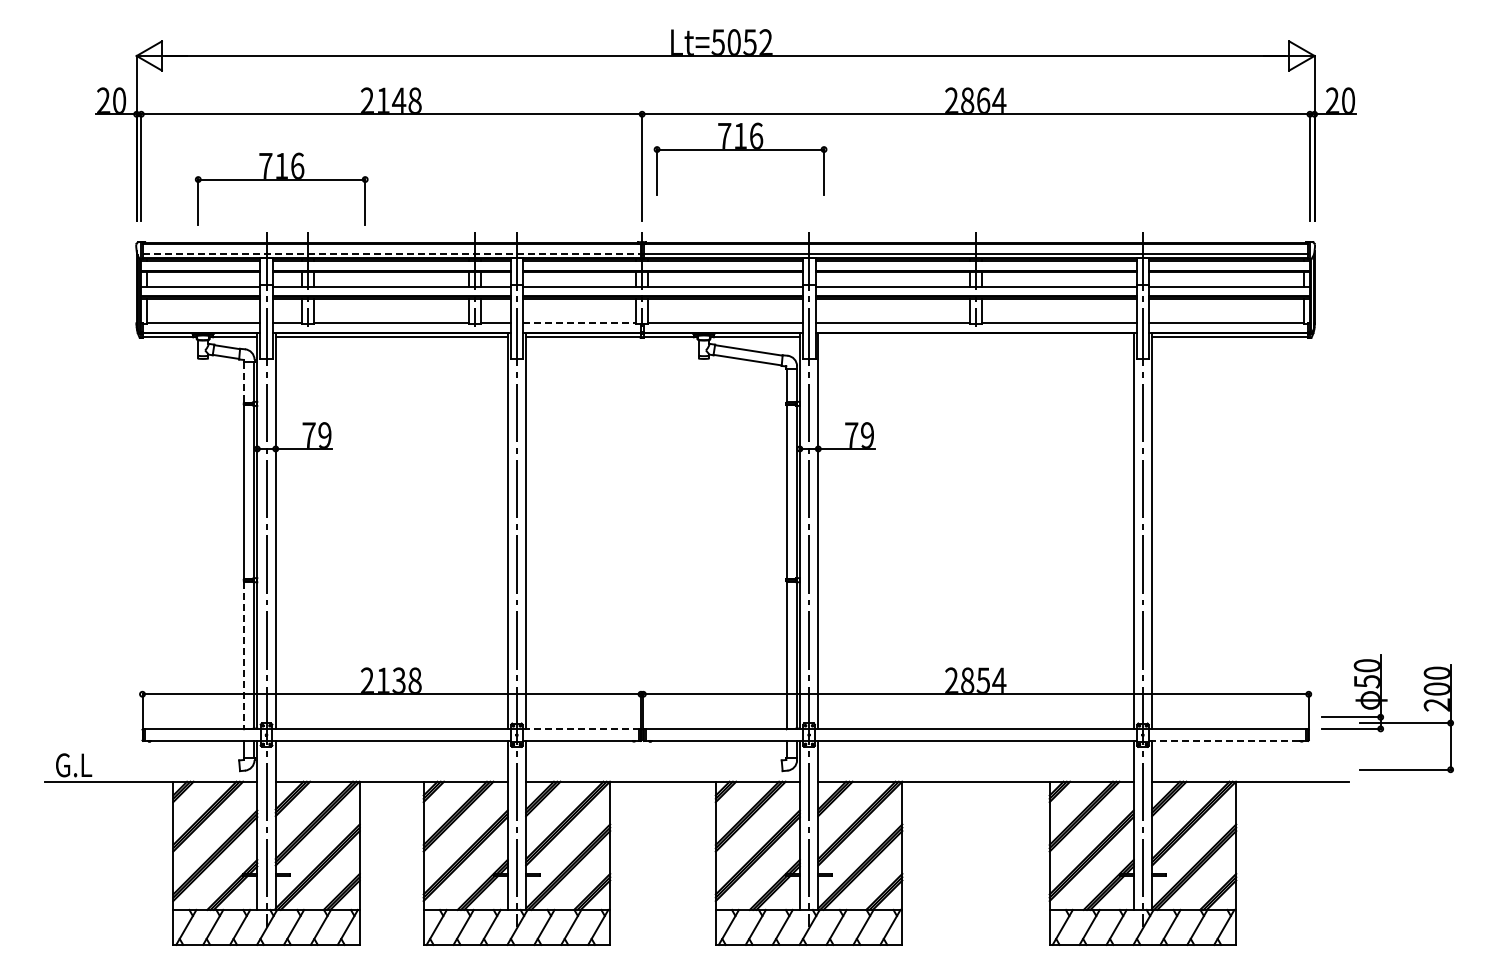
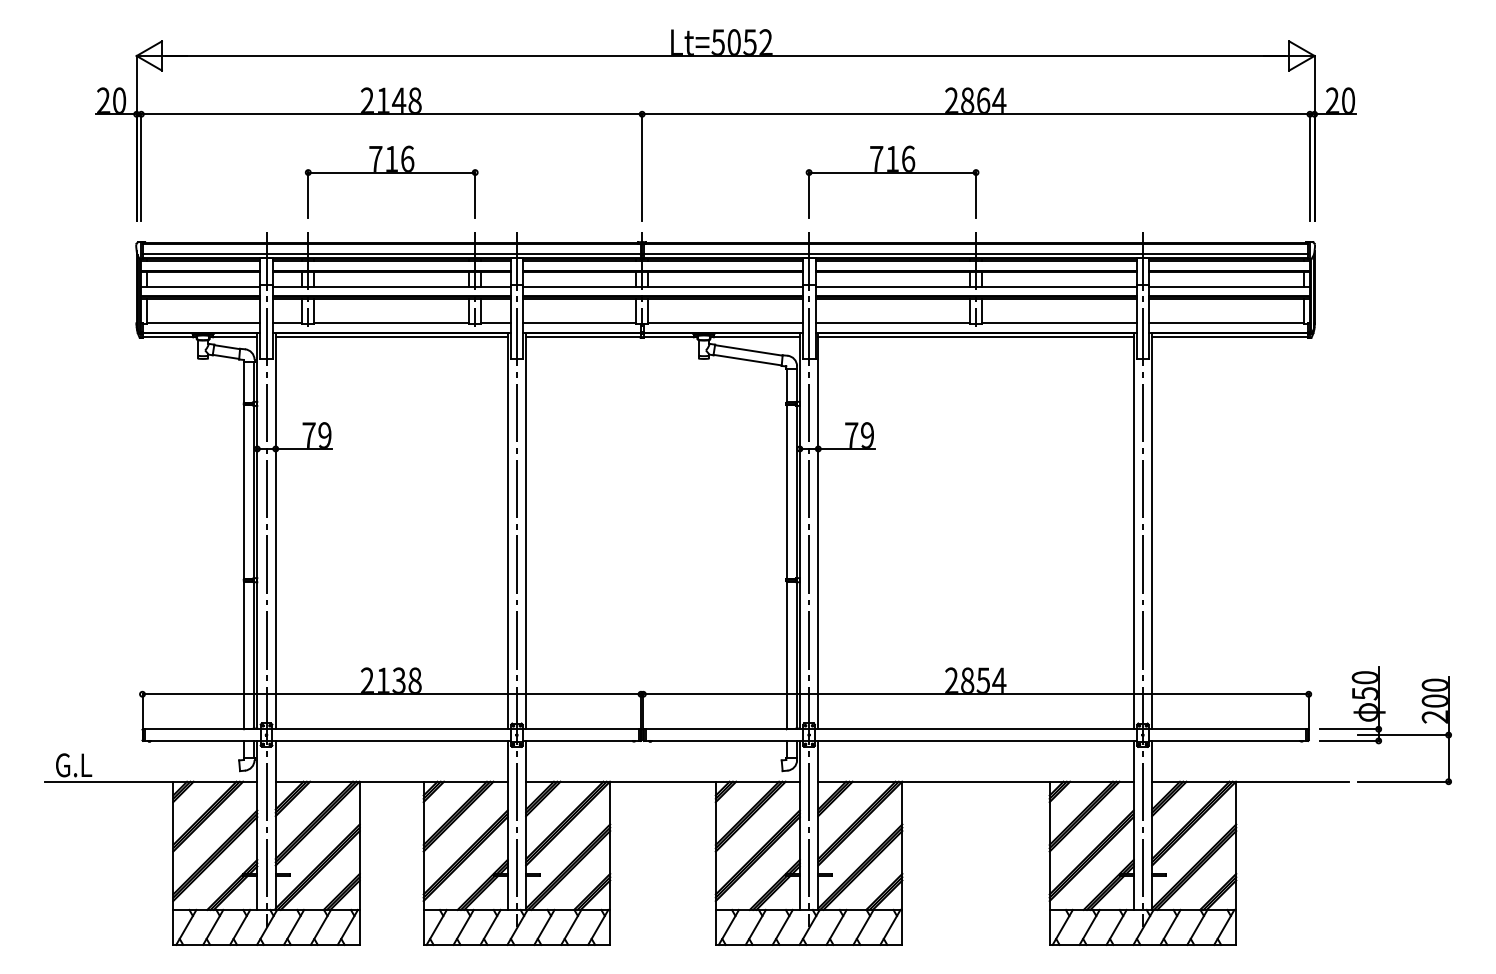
part at (740, 150) position: (740, 150) -> (892, 173)
part at (281, 180) position: (281, 180) -> (391, 173)
line at (391, 253): dashed -> solid
line at (580, 322): dashed -> solid
line at (975, 337): none -> present
line at (244, 382): dashed -> solid
line at (244, 655): dashed -> solid
part at (1387, 713) position: (1387, 713) -> (1385, 725)
line at (580, 729): dashed -> solid
line at (1227, 740): dashed -> solid
